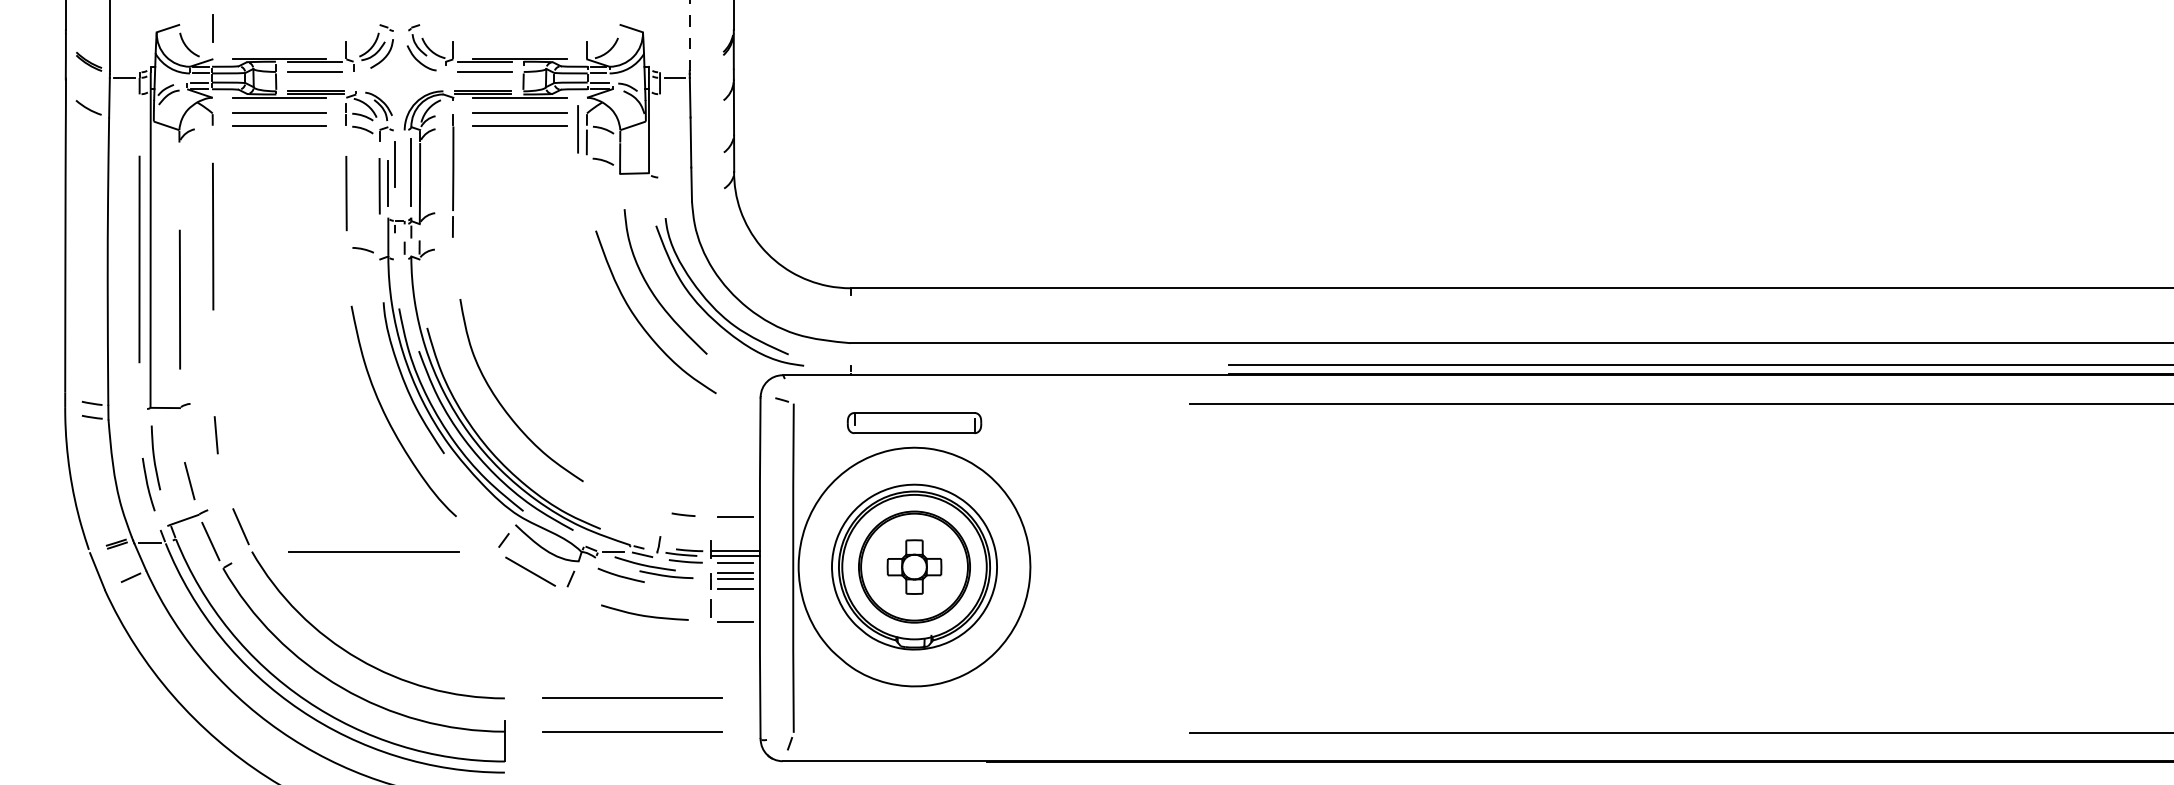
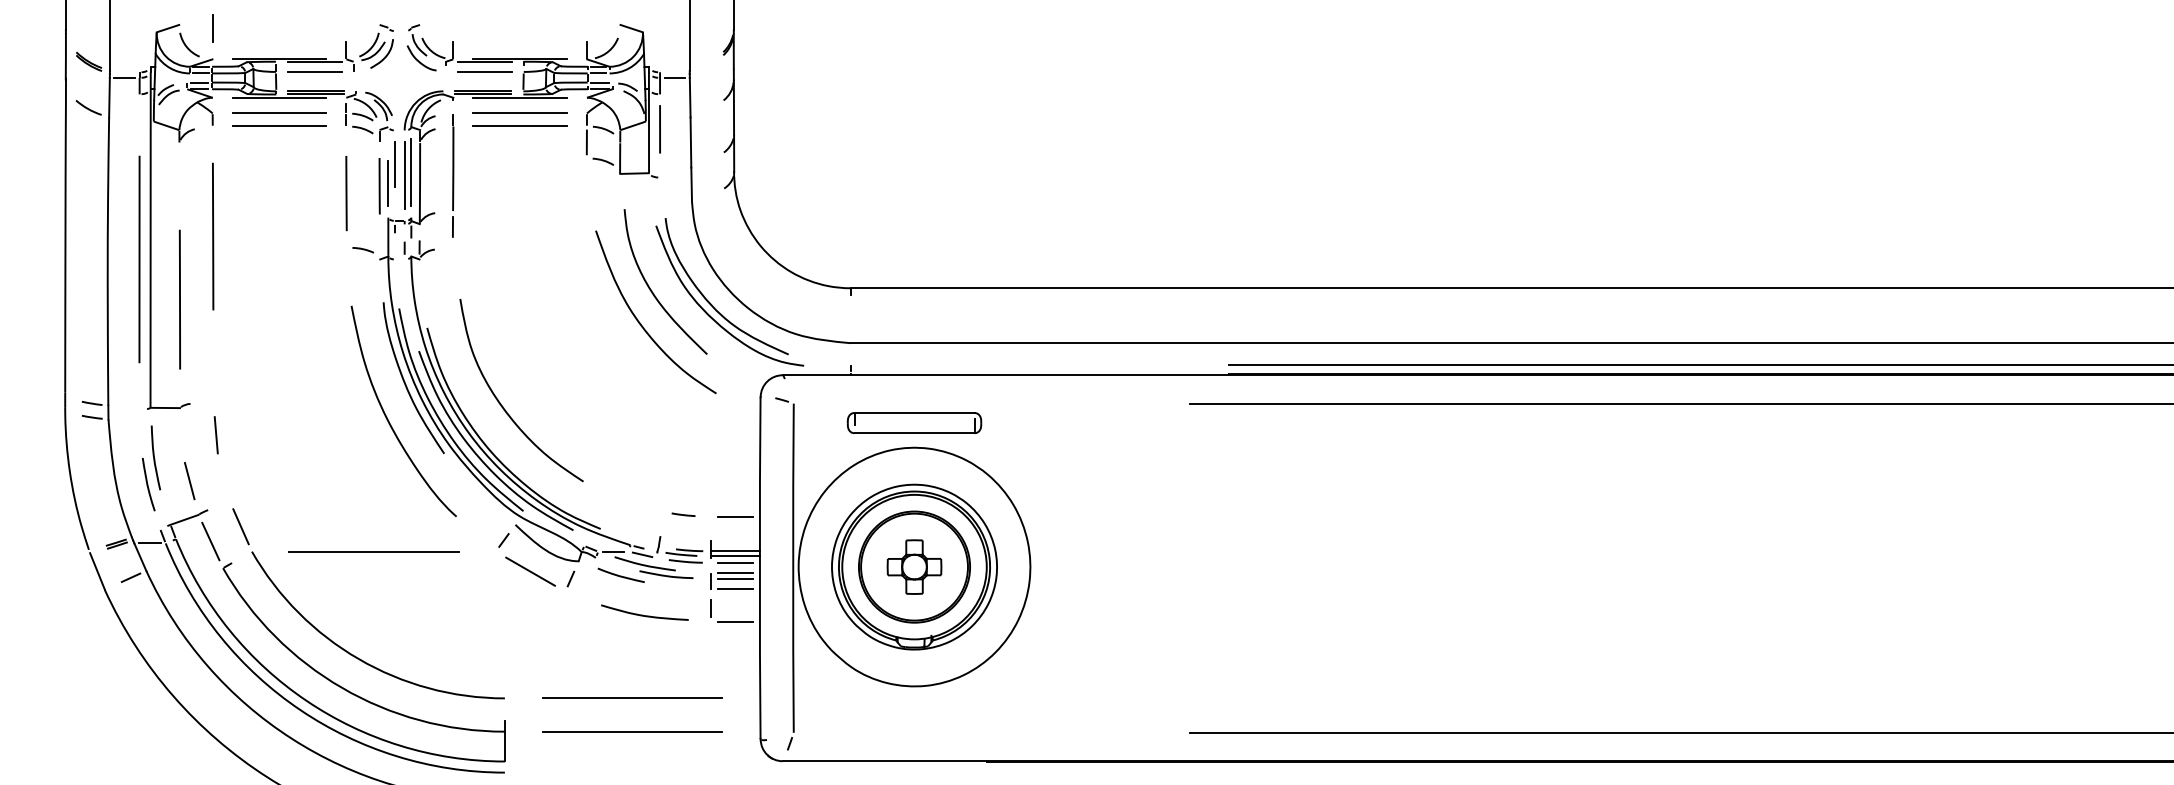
line at (689, 35): dashed -> solid
line at (577, 129) position: (577, 129) -> (659, 129)
line at (404, 175): none -> present
